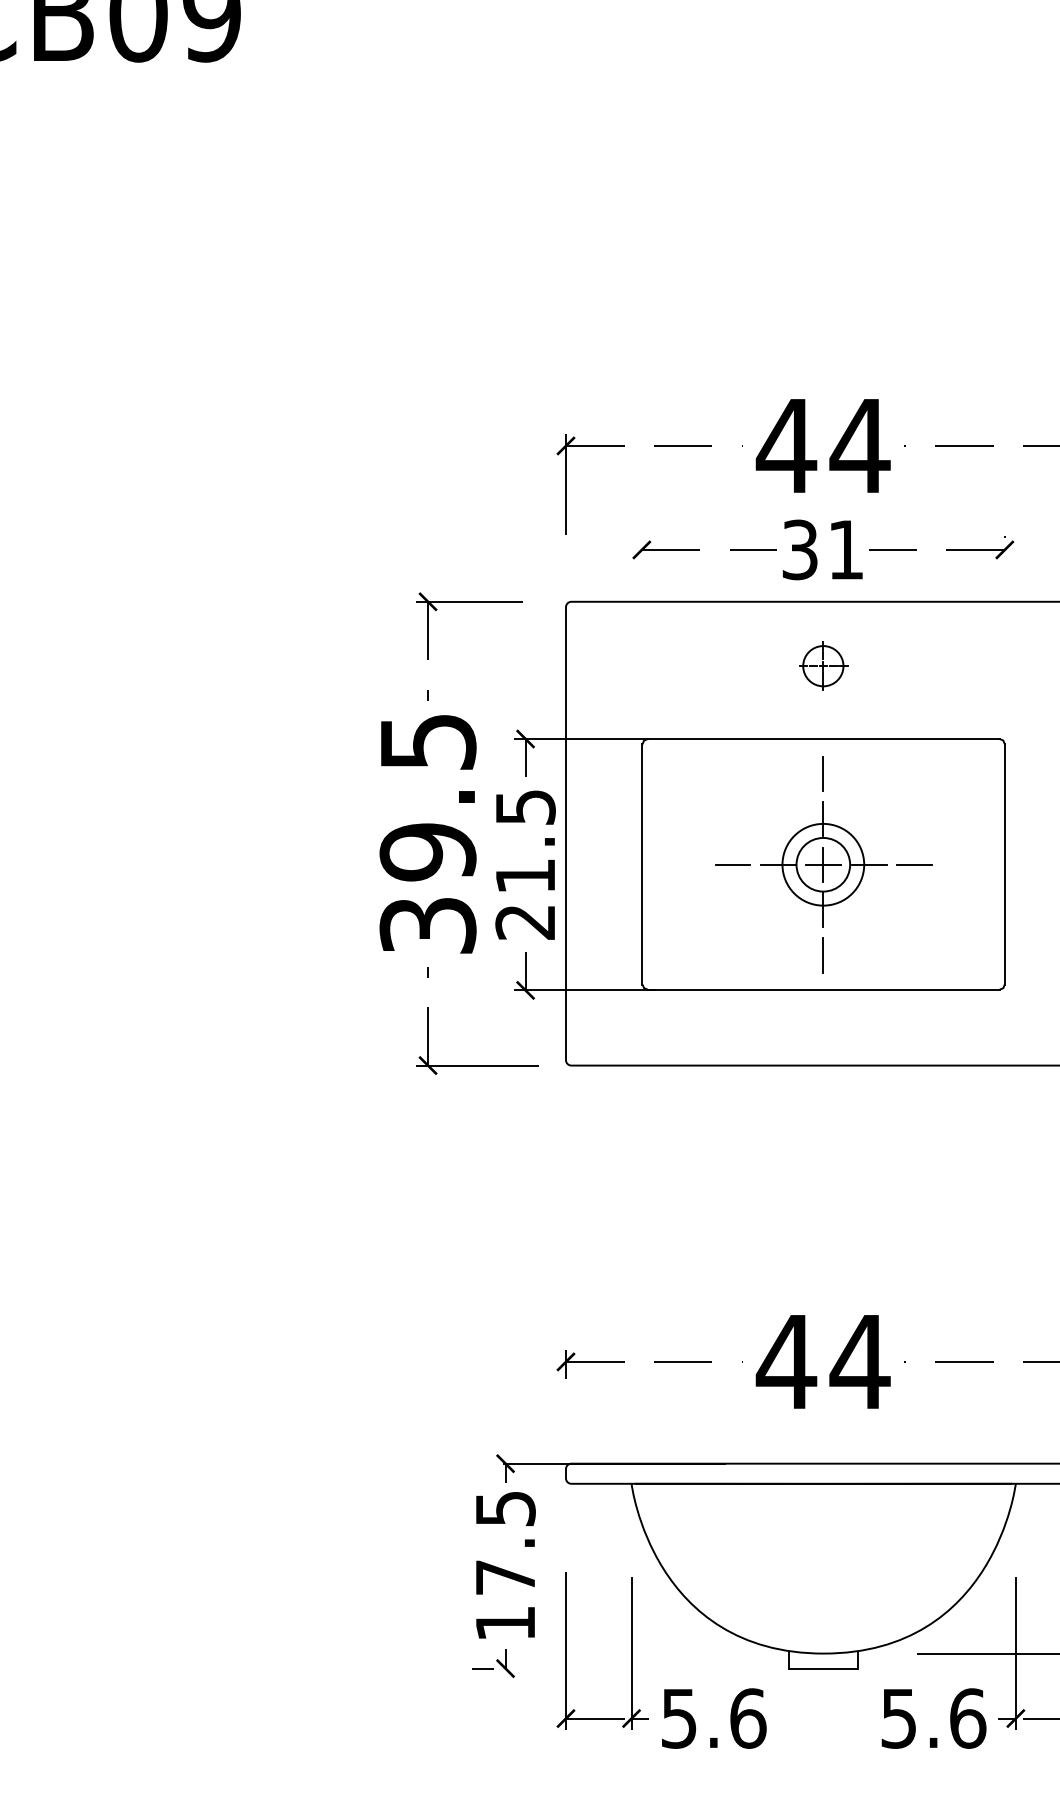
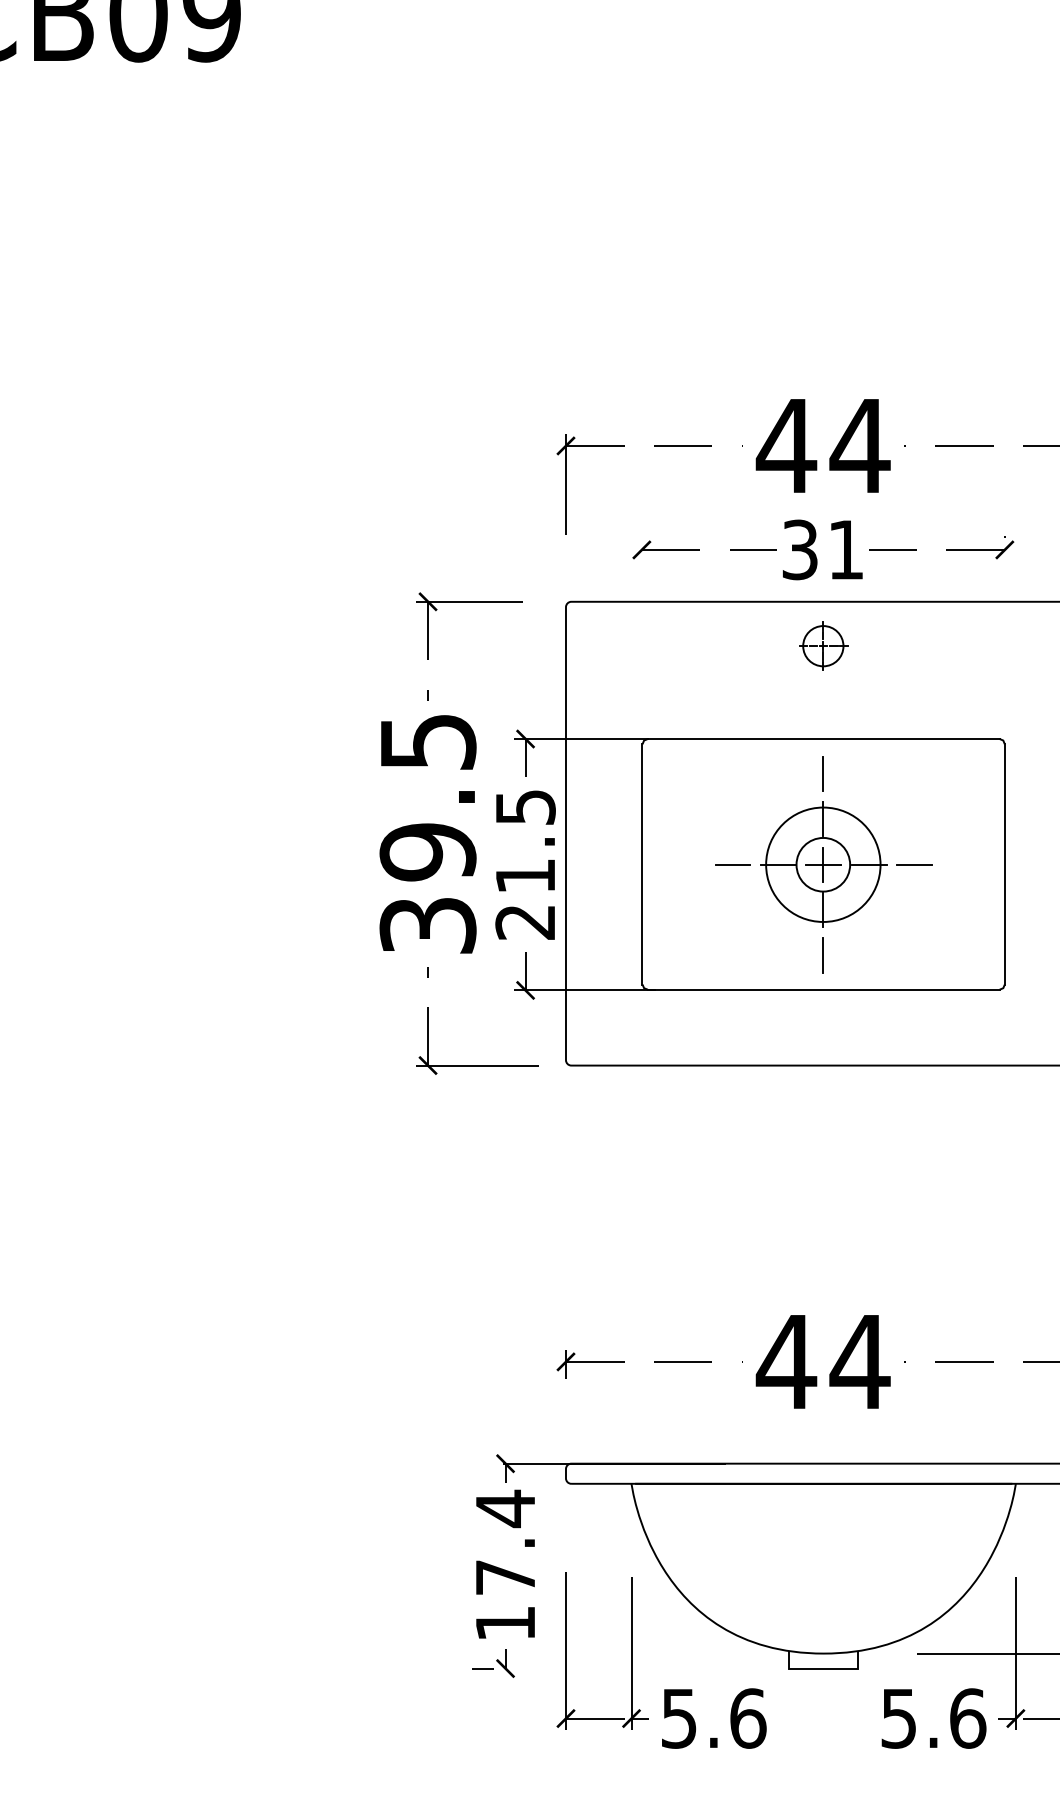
part at (823, 665) position: (823, 665) -> (823, 645)
circle at (823, 864) diameter: 82 px -> 114 px
text at (505, 1508): 17.5 -> 17.4
